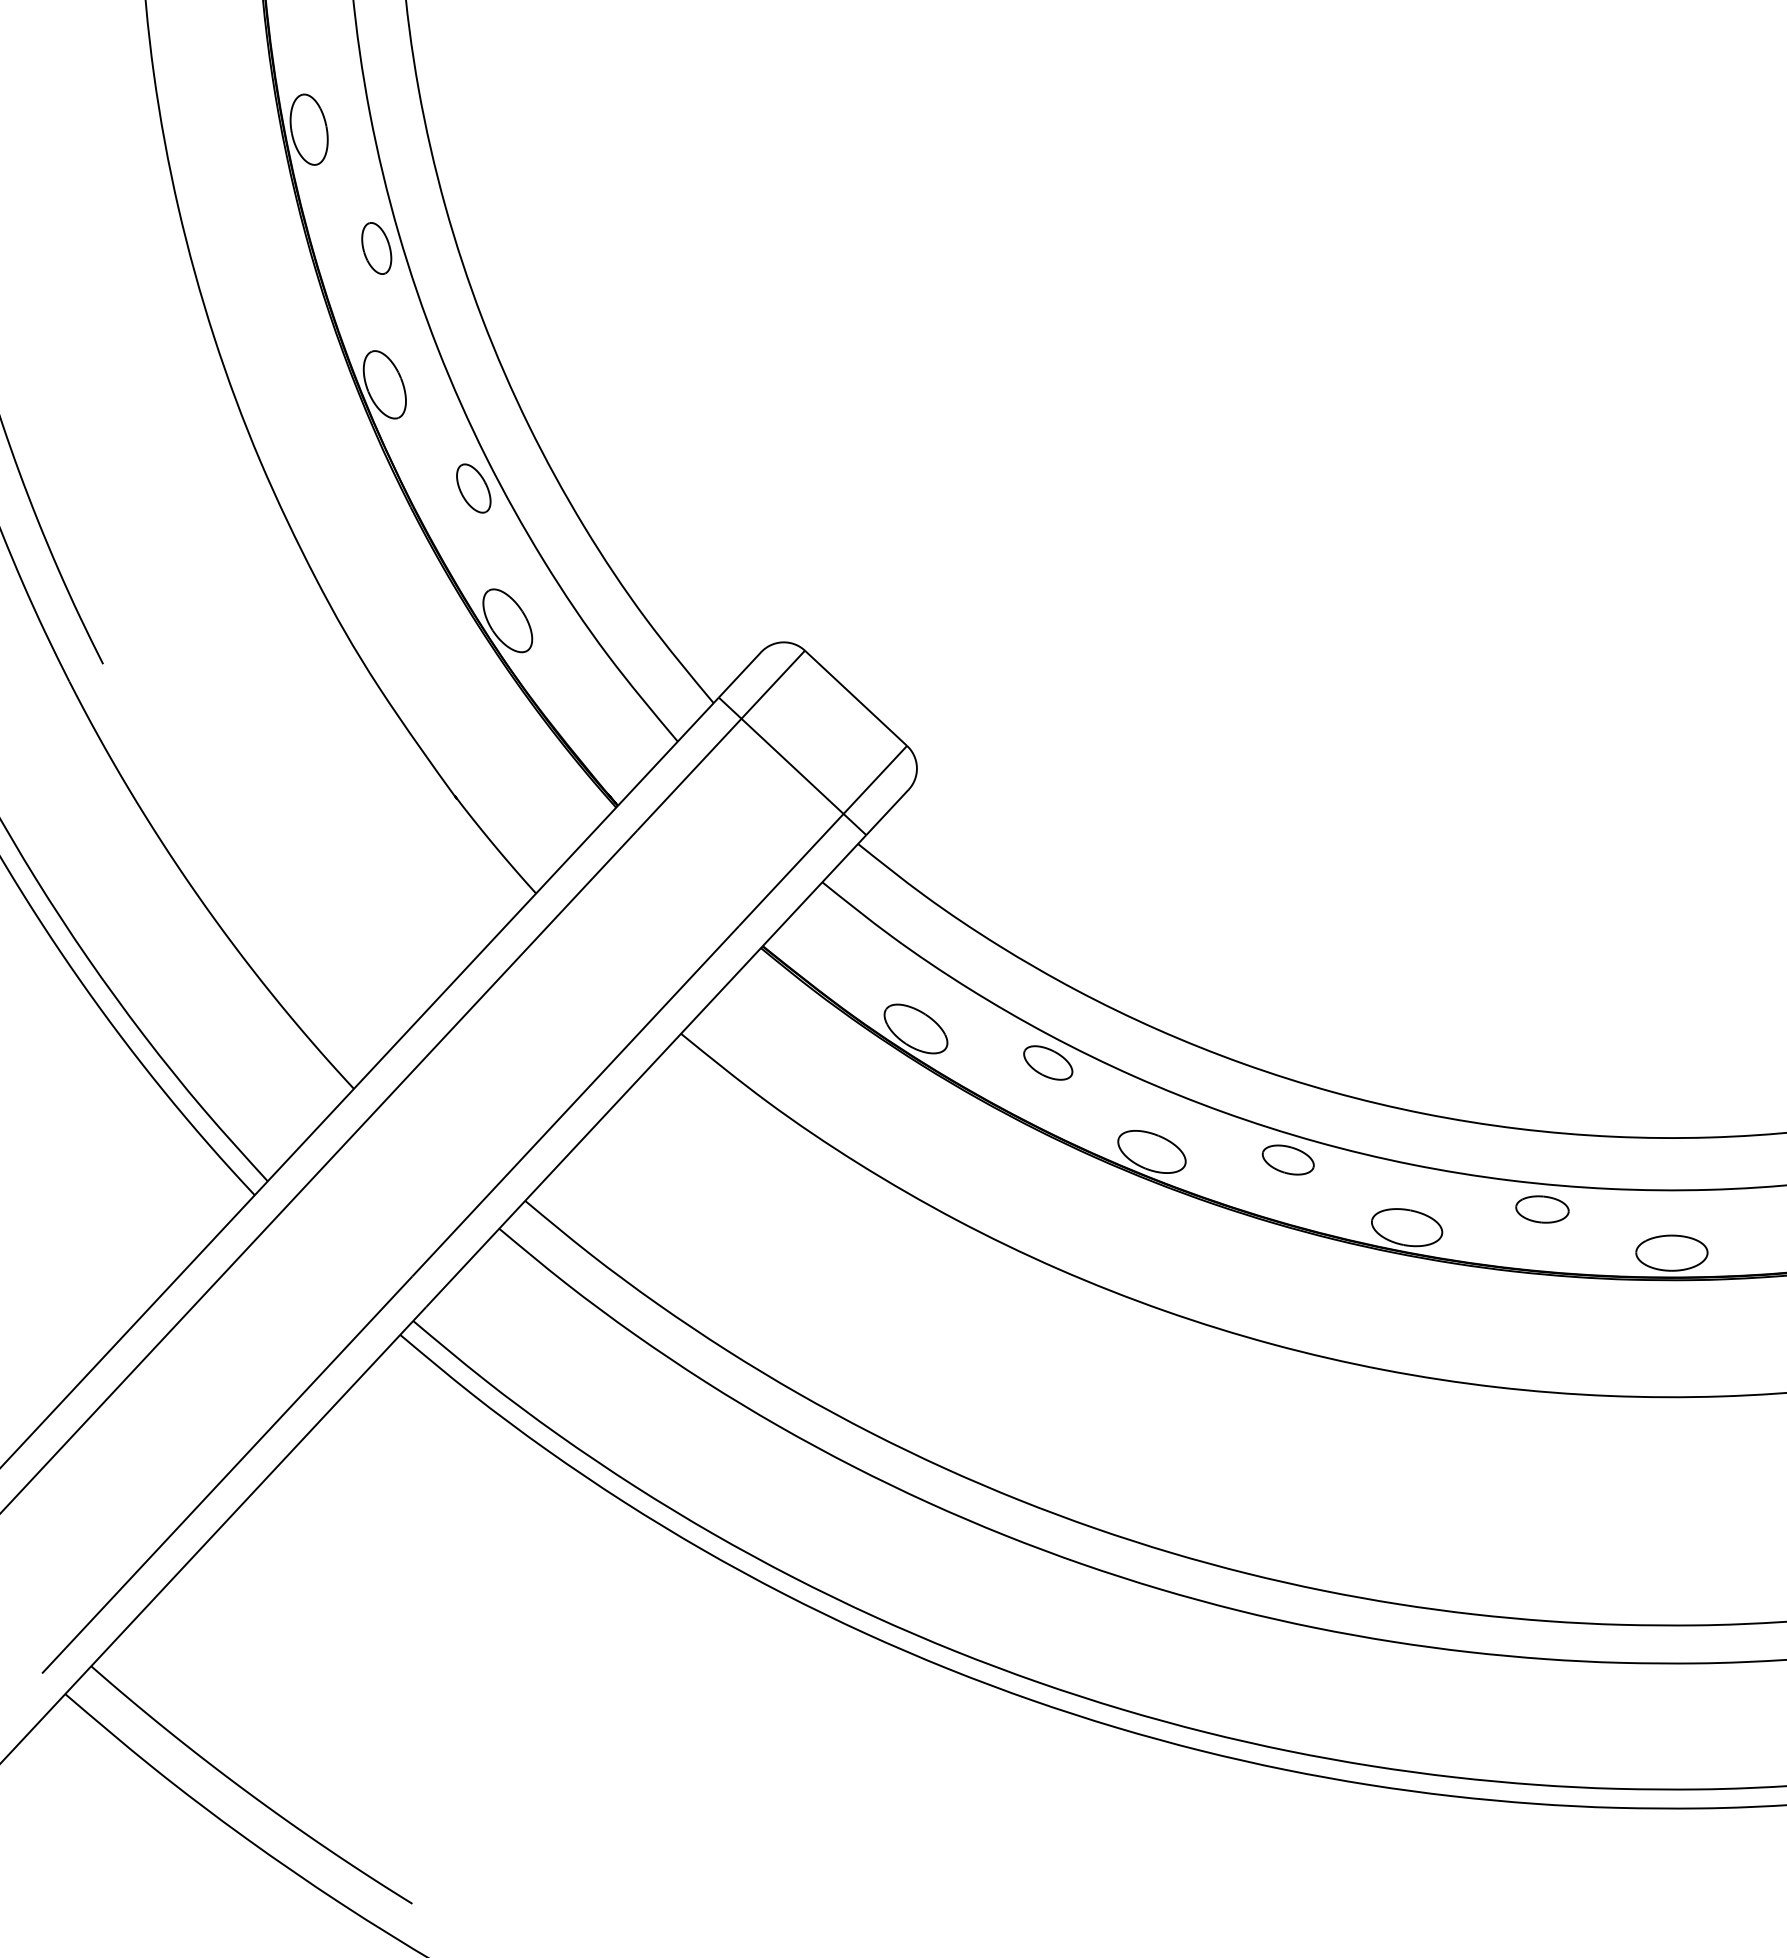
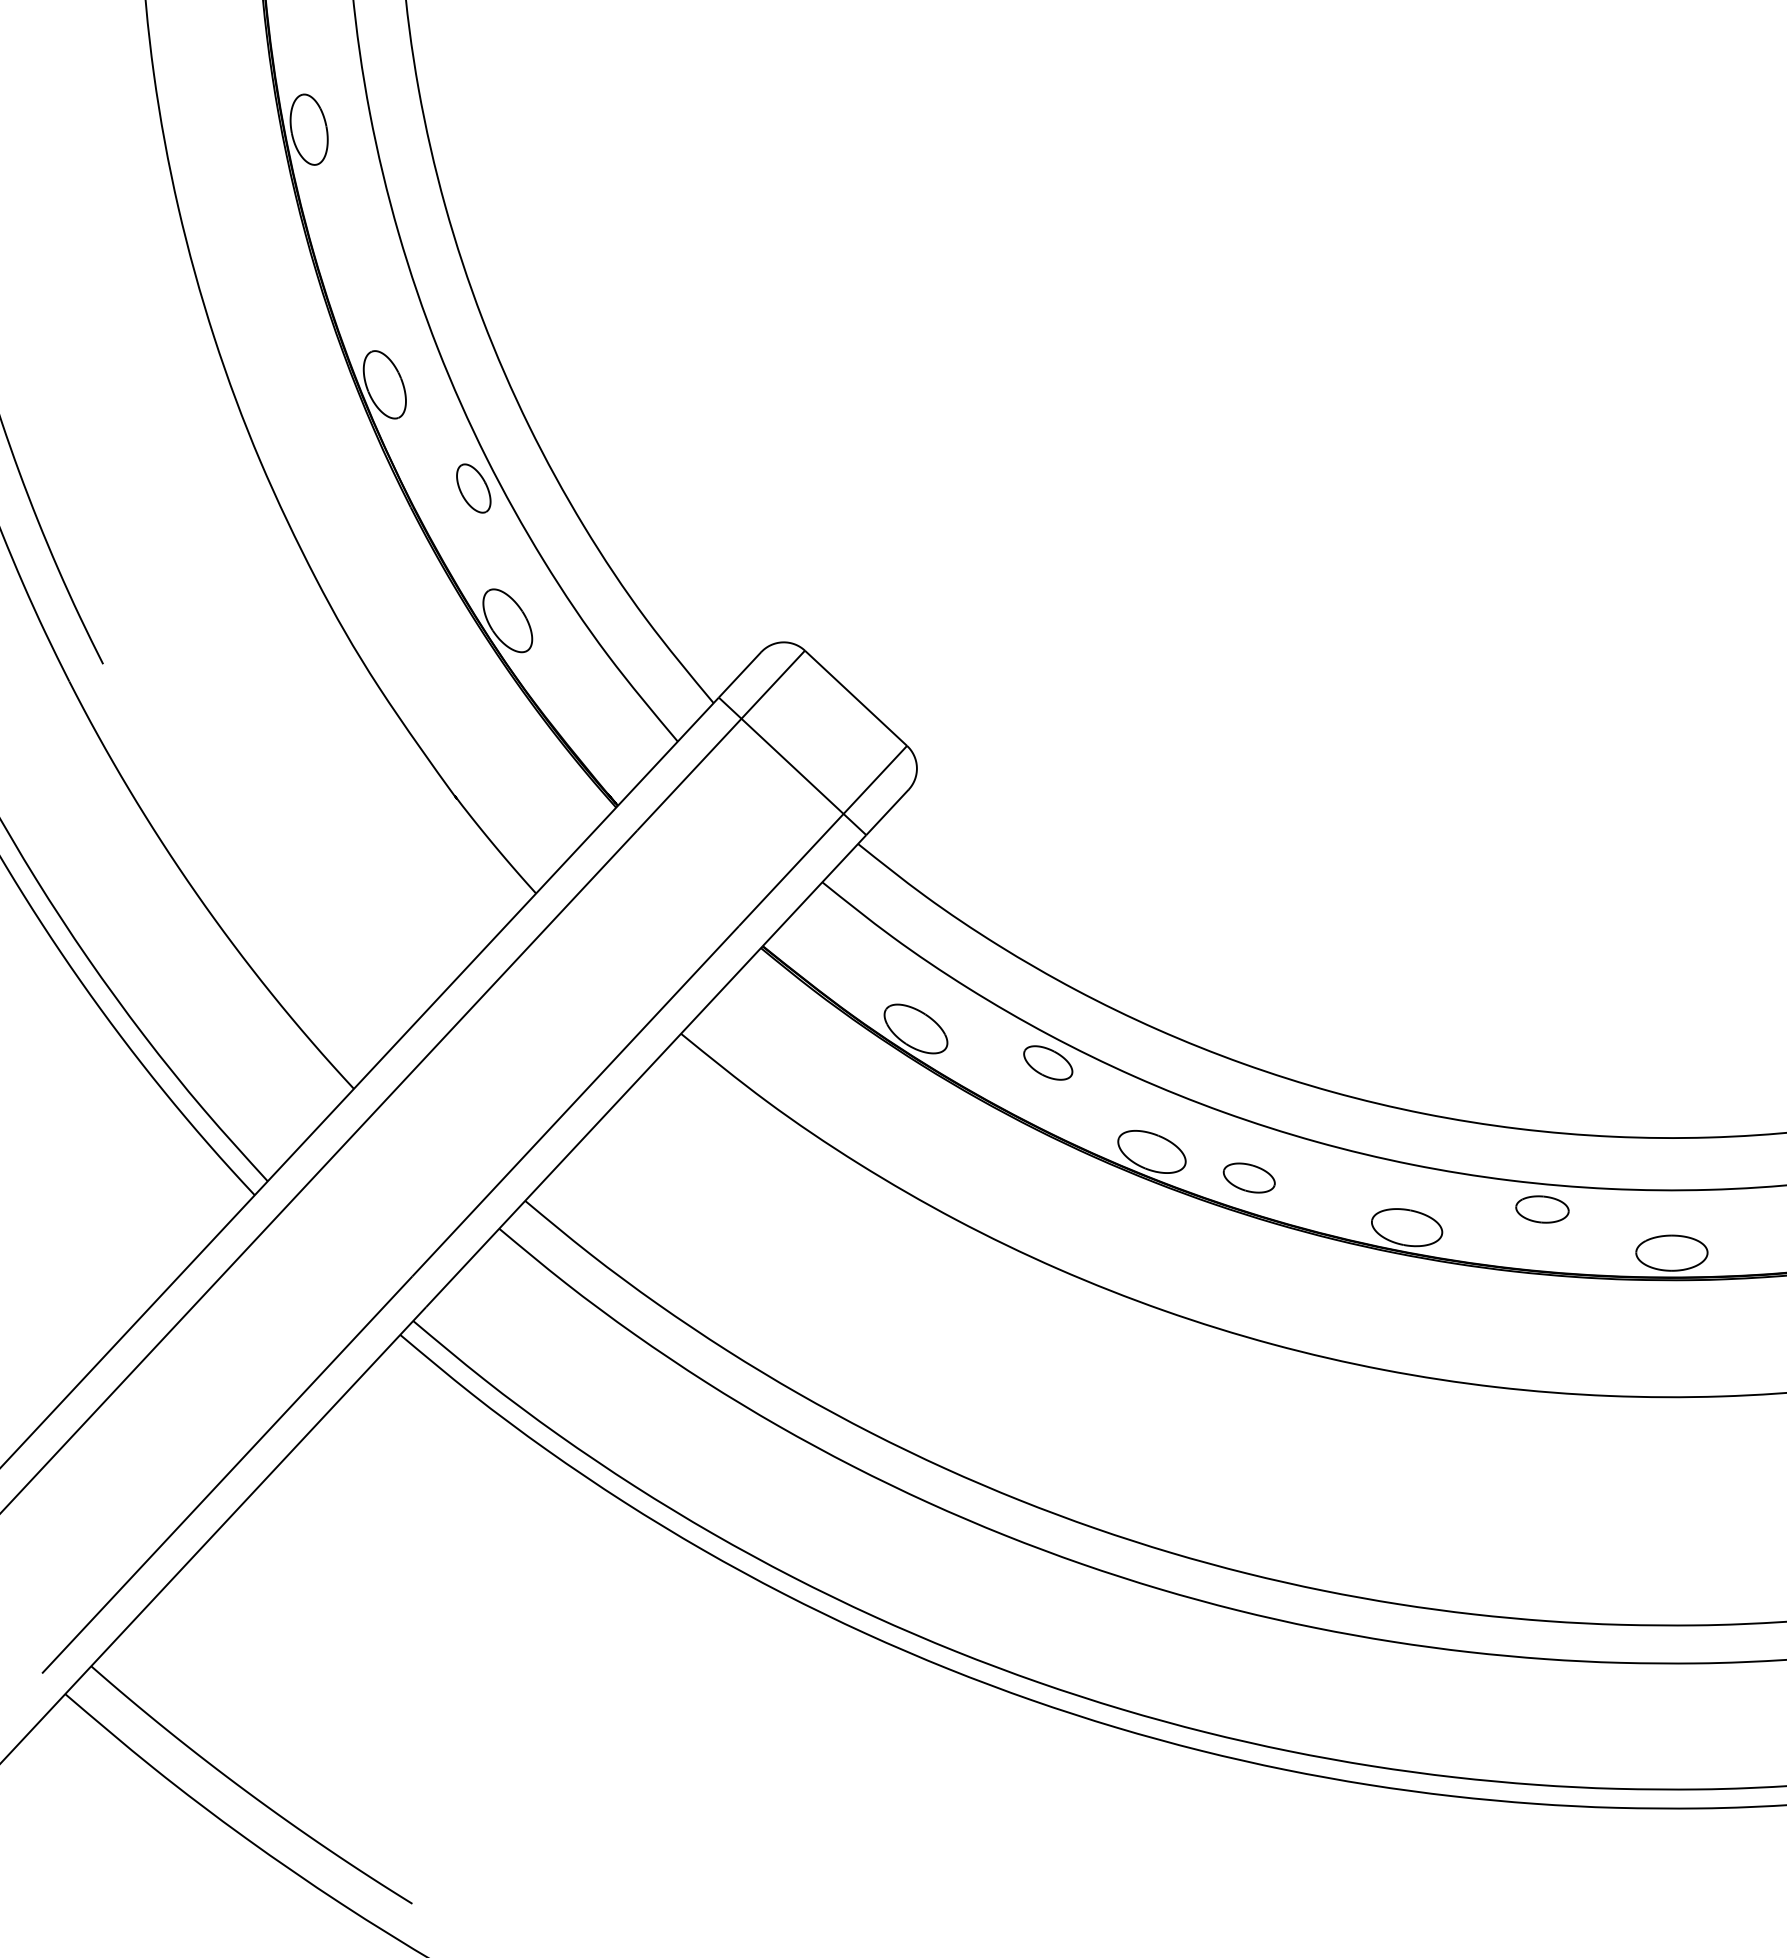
part at (376, 248): present -> none
part at (1287, 1159) position: (1287, 1159) -> (1248, 1177)
